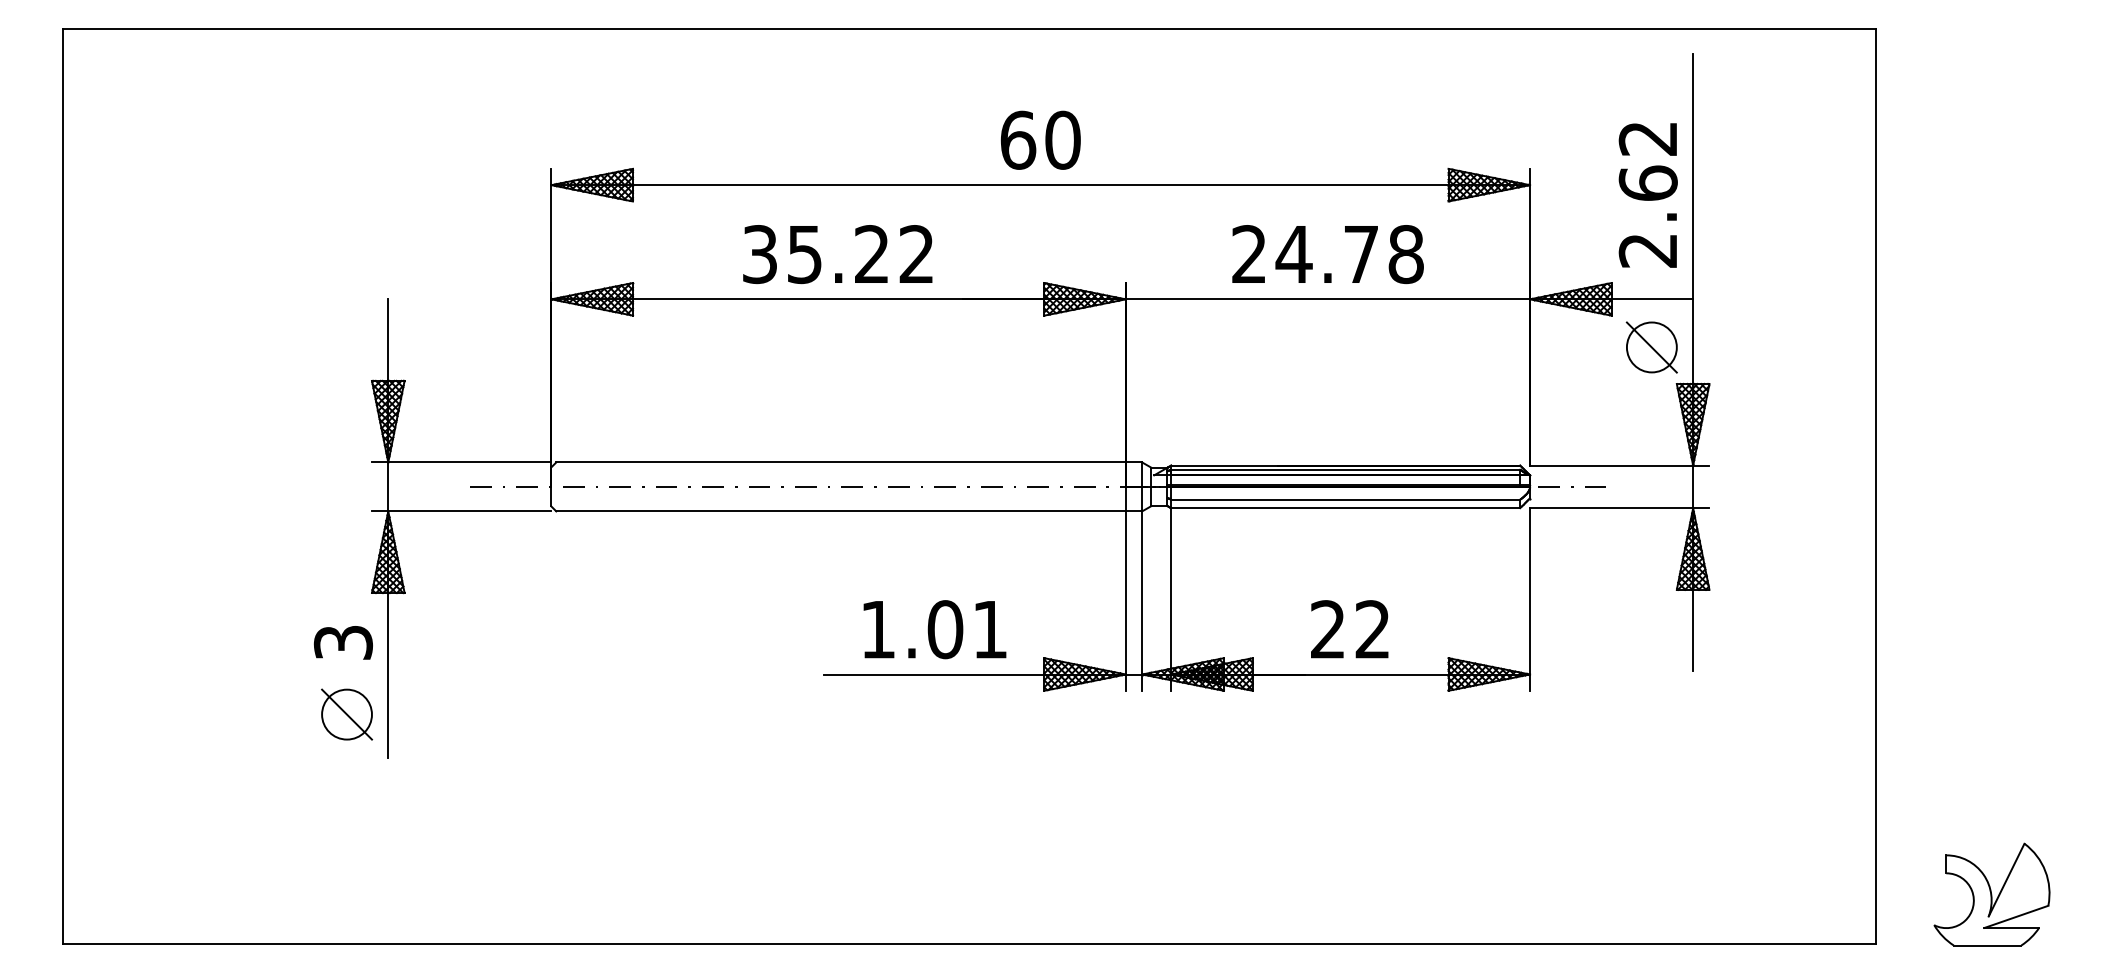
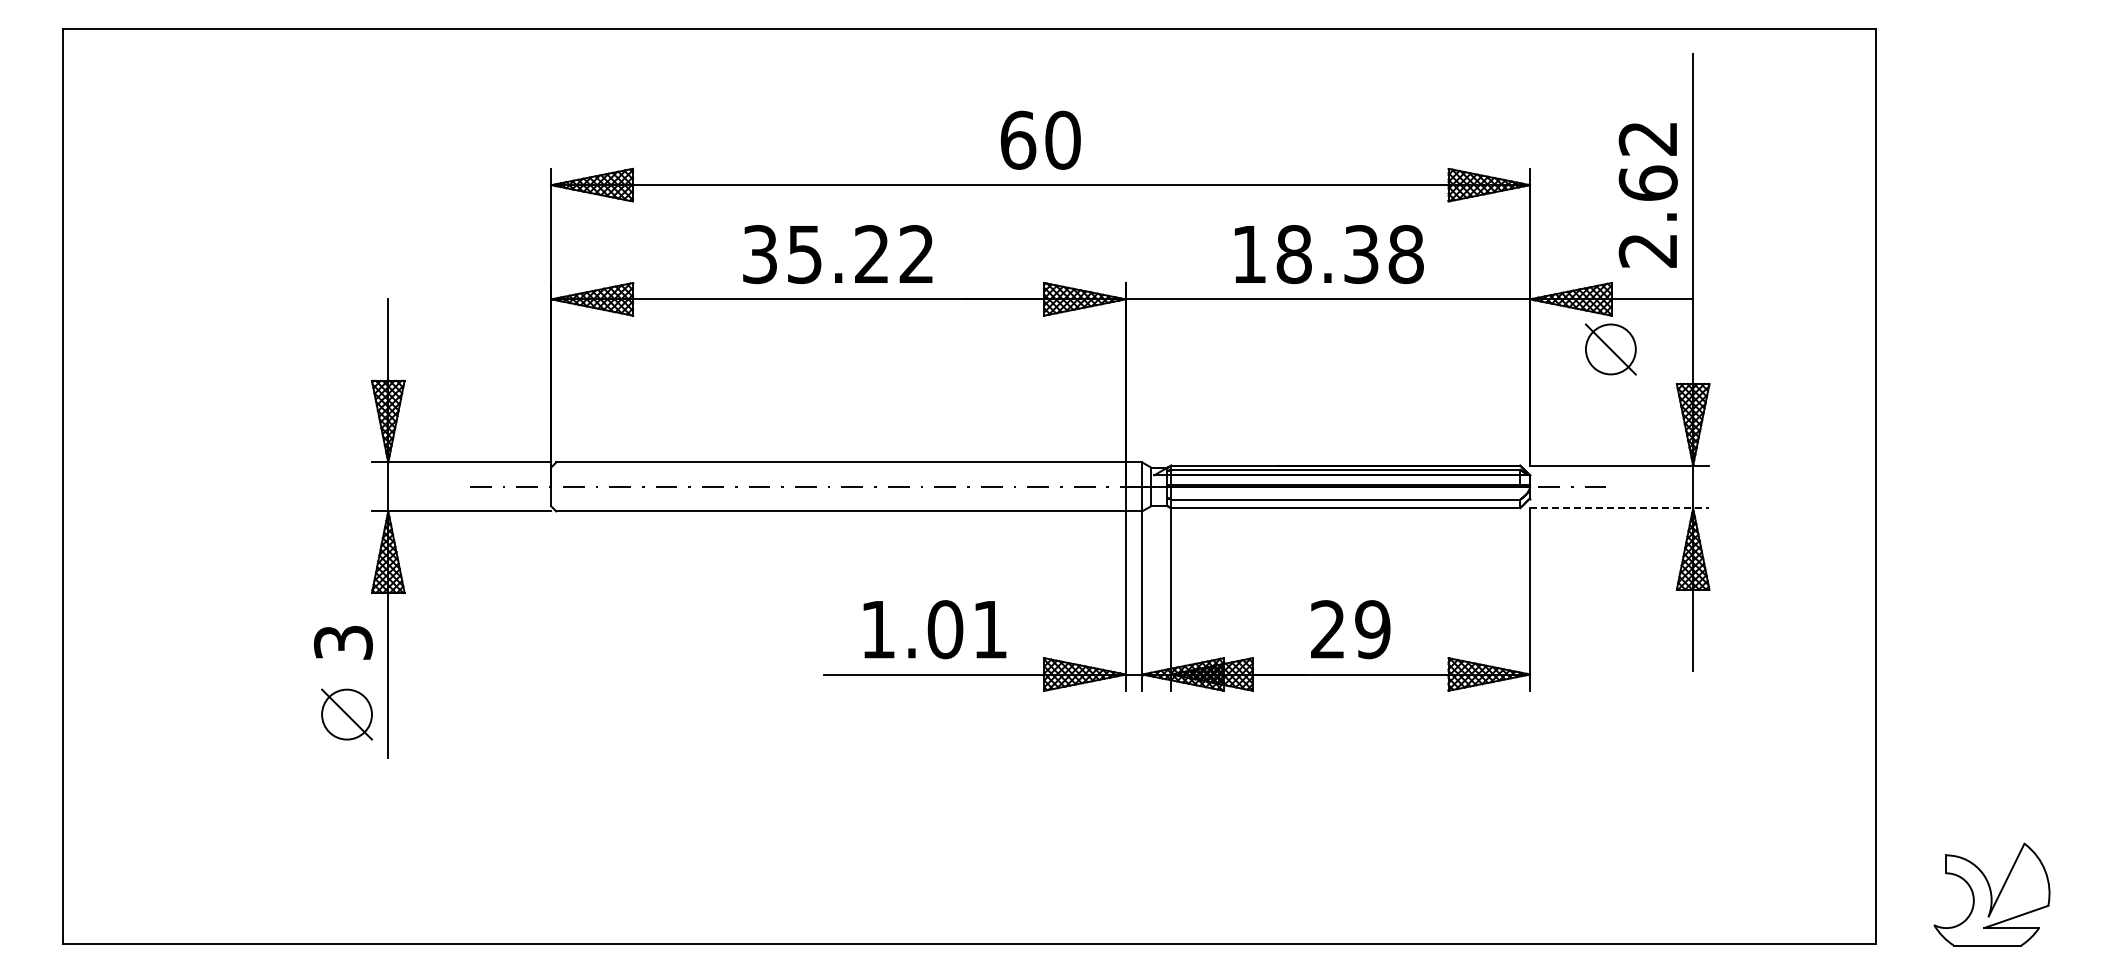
text at (1305, 254): 24.78 -> 18.38
part at (1651, 347) position: (1651, 347) -> (1610, 349)
line at (1619, 508): solid -> dashed
text at (1372, 629): 22 -> 29
